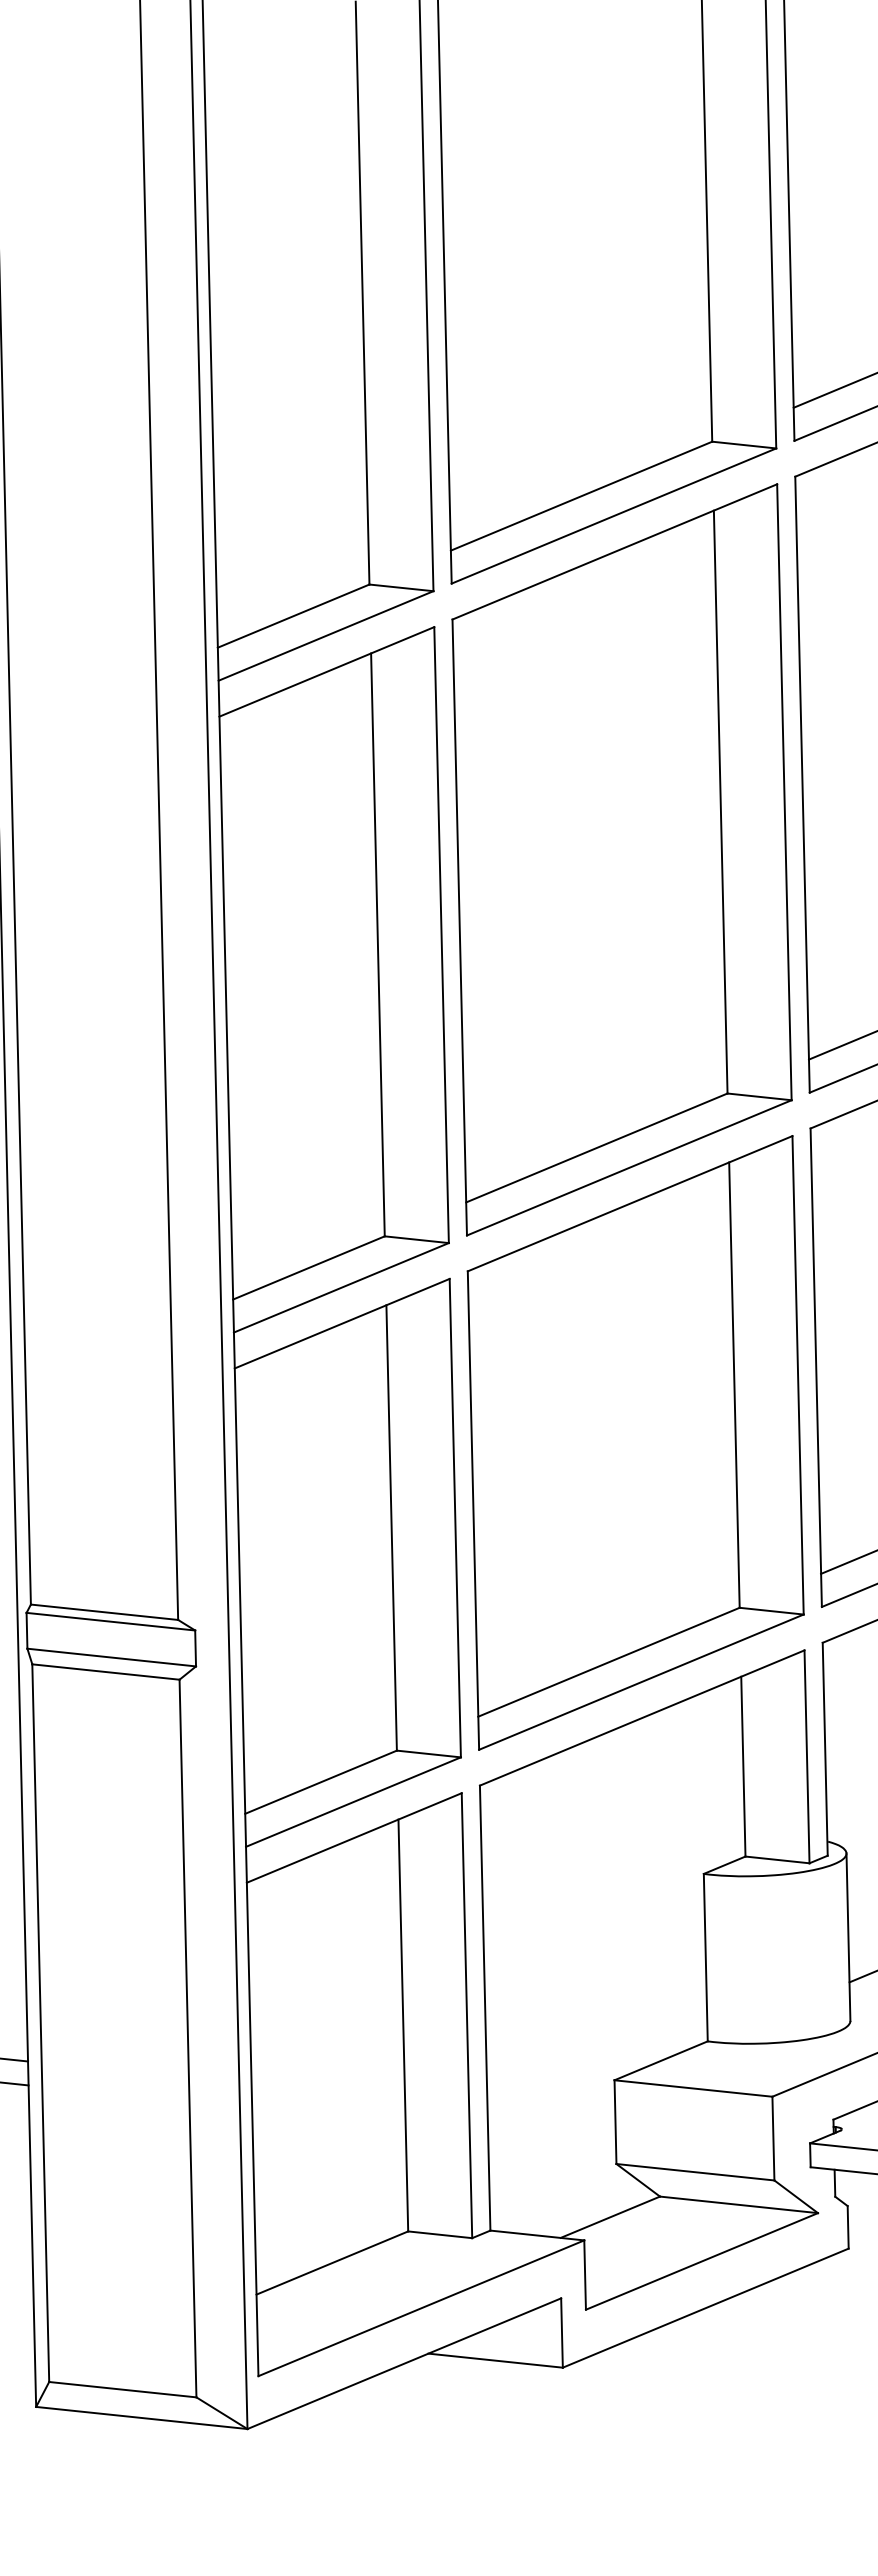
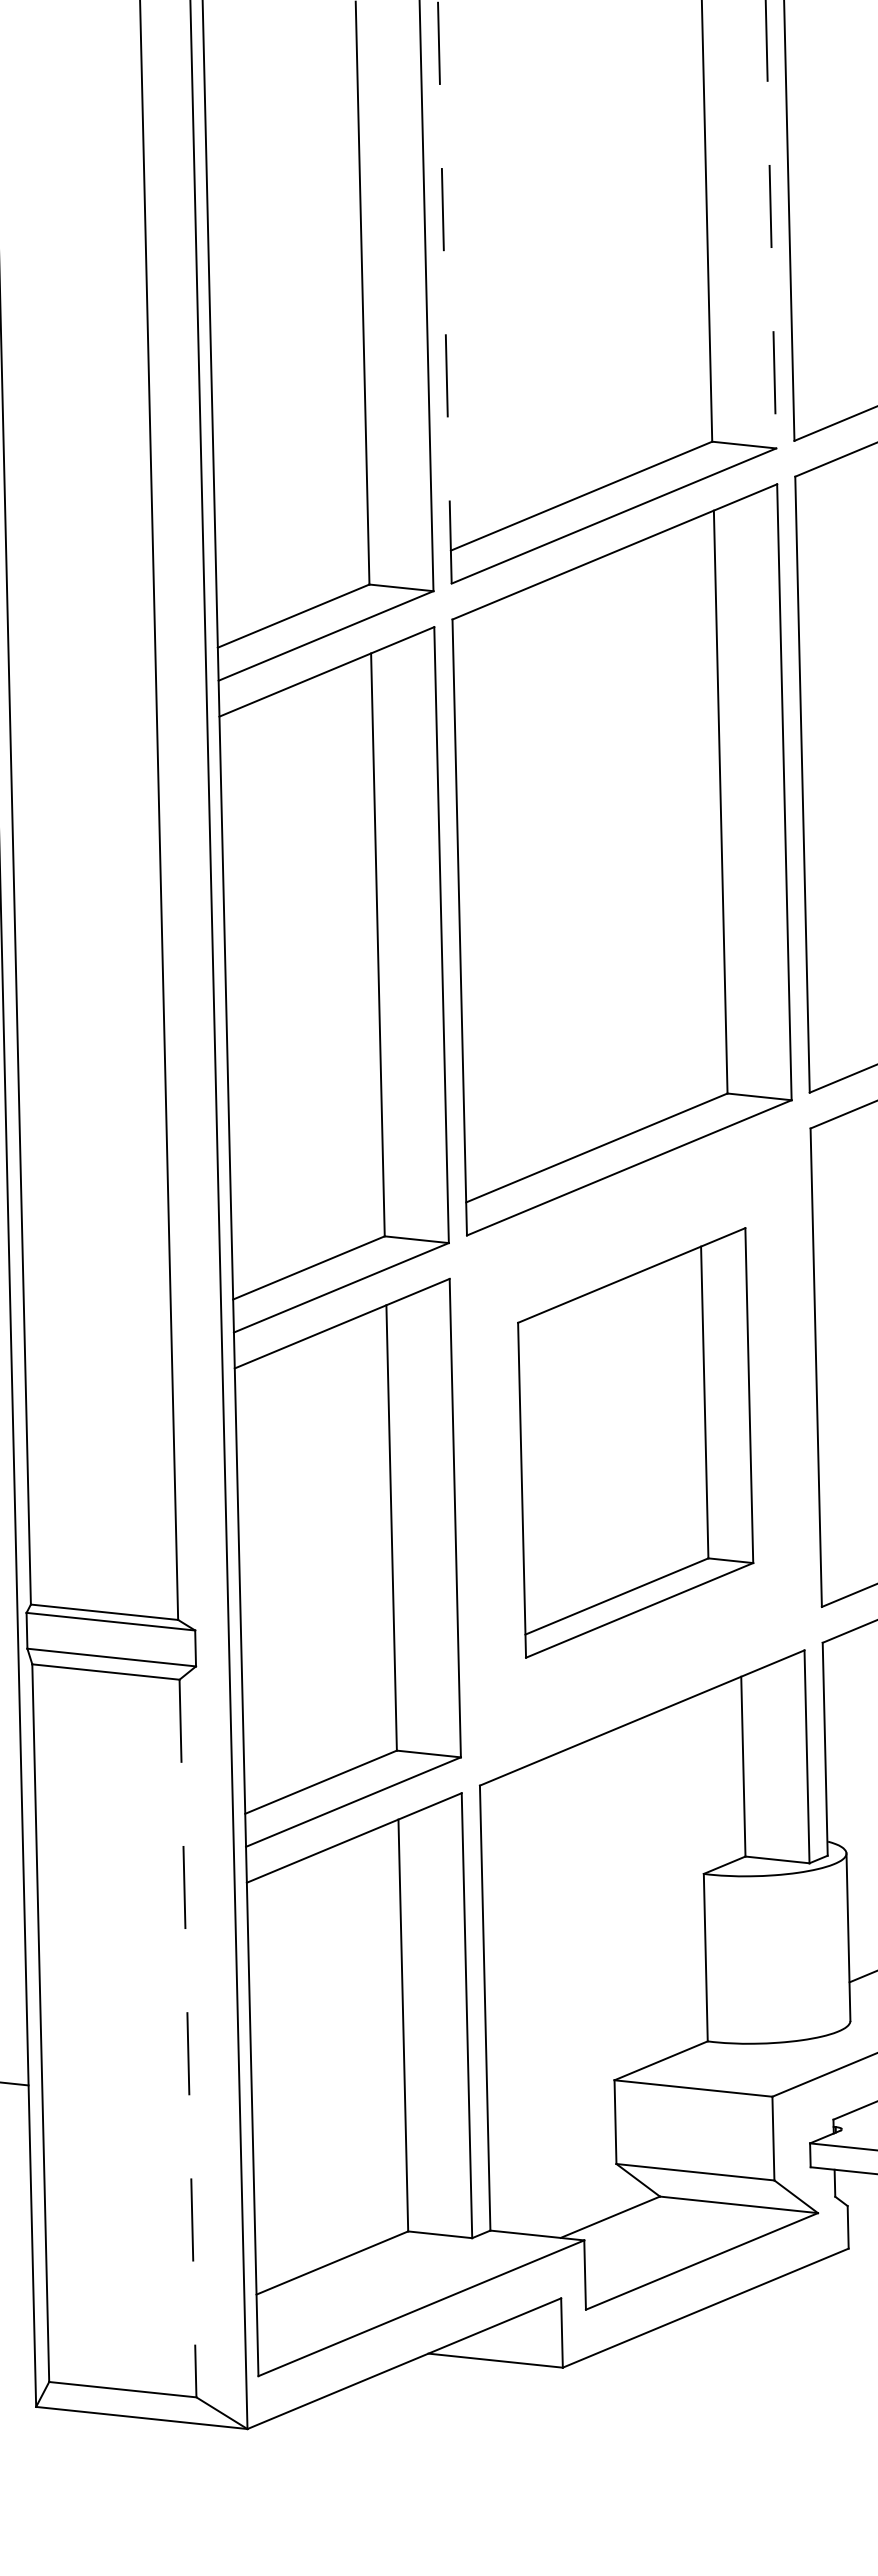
line at (771, 224): solid -> dashed
line at (444, 292): solid -> dashed
line at (833, 390): present -> none
line at (841, 1045): present -> none
part at (635, 1442) size: 339x616 px -> 238x432 px
line at (847, 1562): present -> none
line at (188, 2038): solid -> dashed
line at (15, 2059): present -> none
